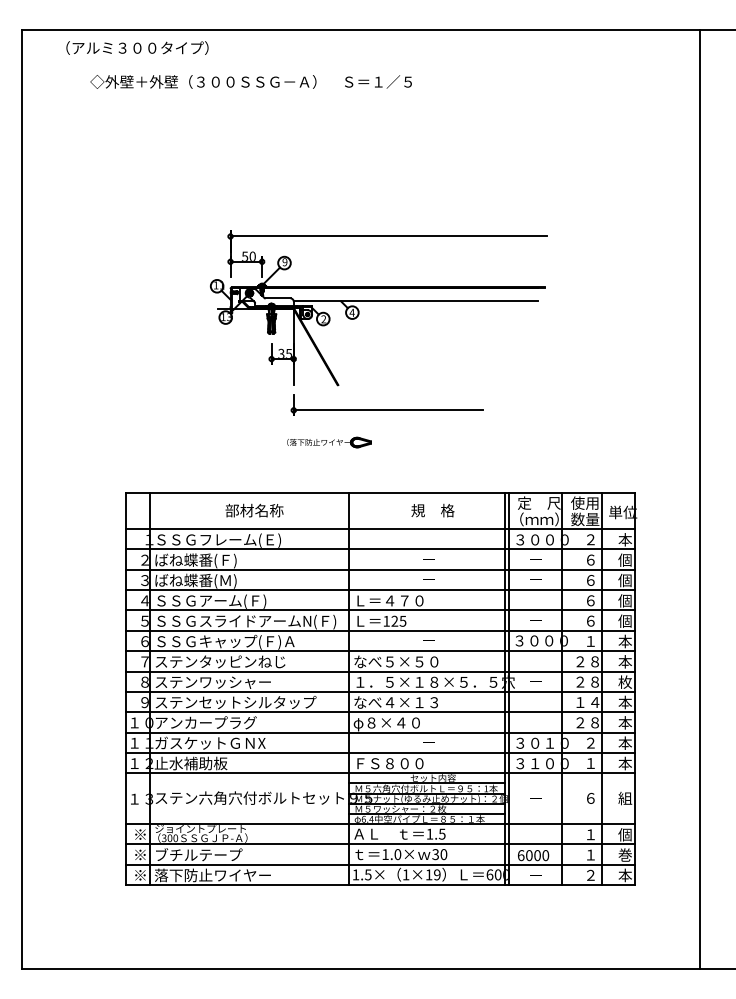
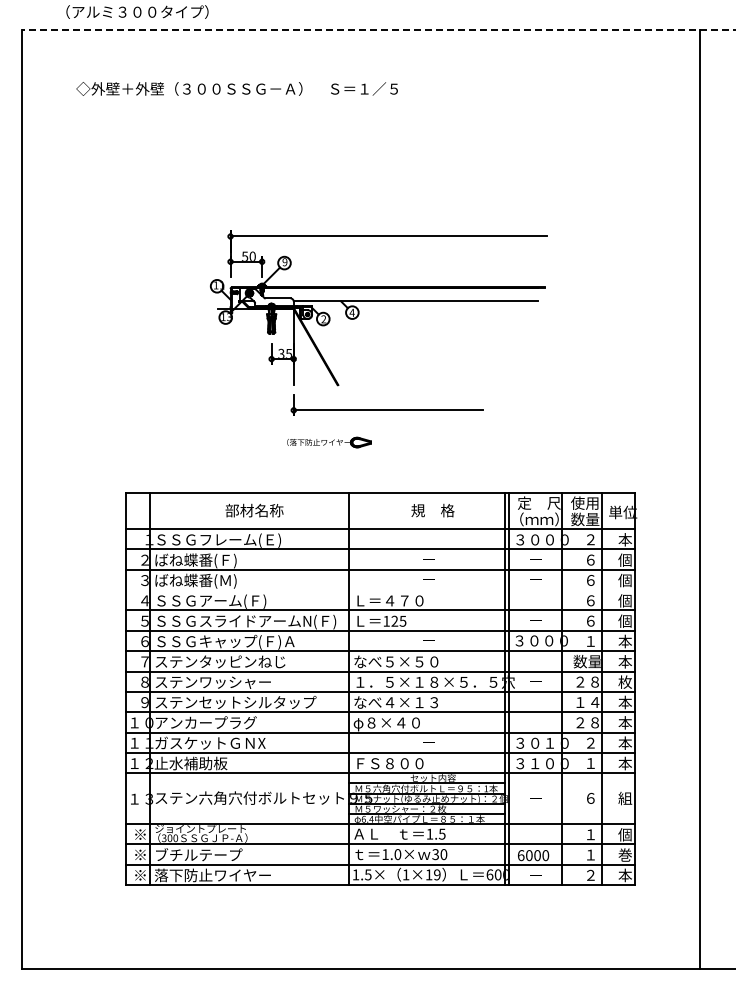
line at (378, 29): solid -> dashed
text at (137, 47) position: (137, 47) -> (137, 11)
text at (250, 81) position: (250, 81) -> (236, 88)
line at (380, 590): present -> none
text at (586, 661): ２８ -> 数量
